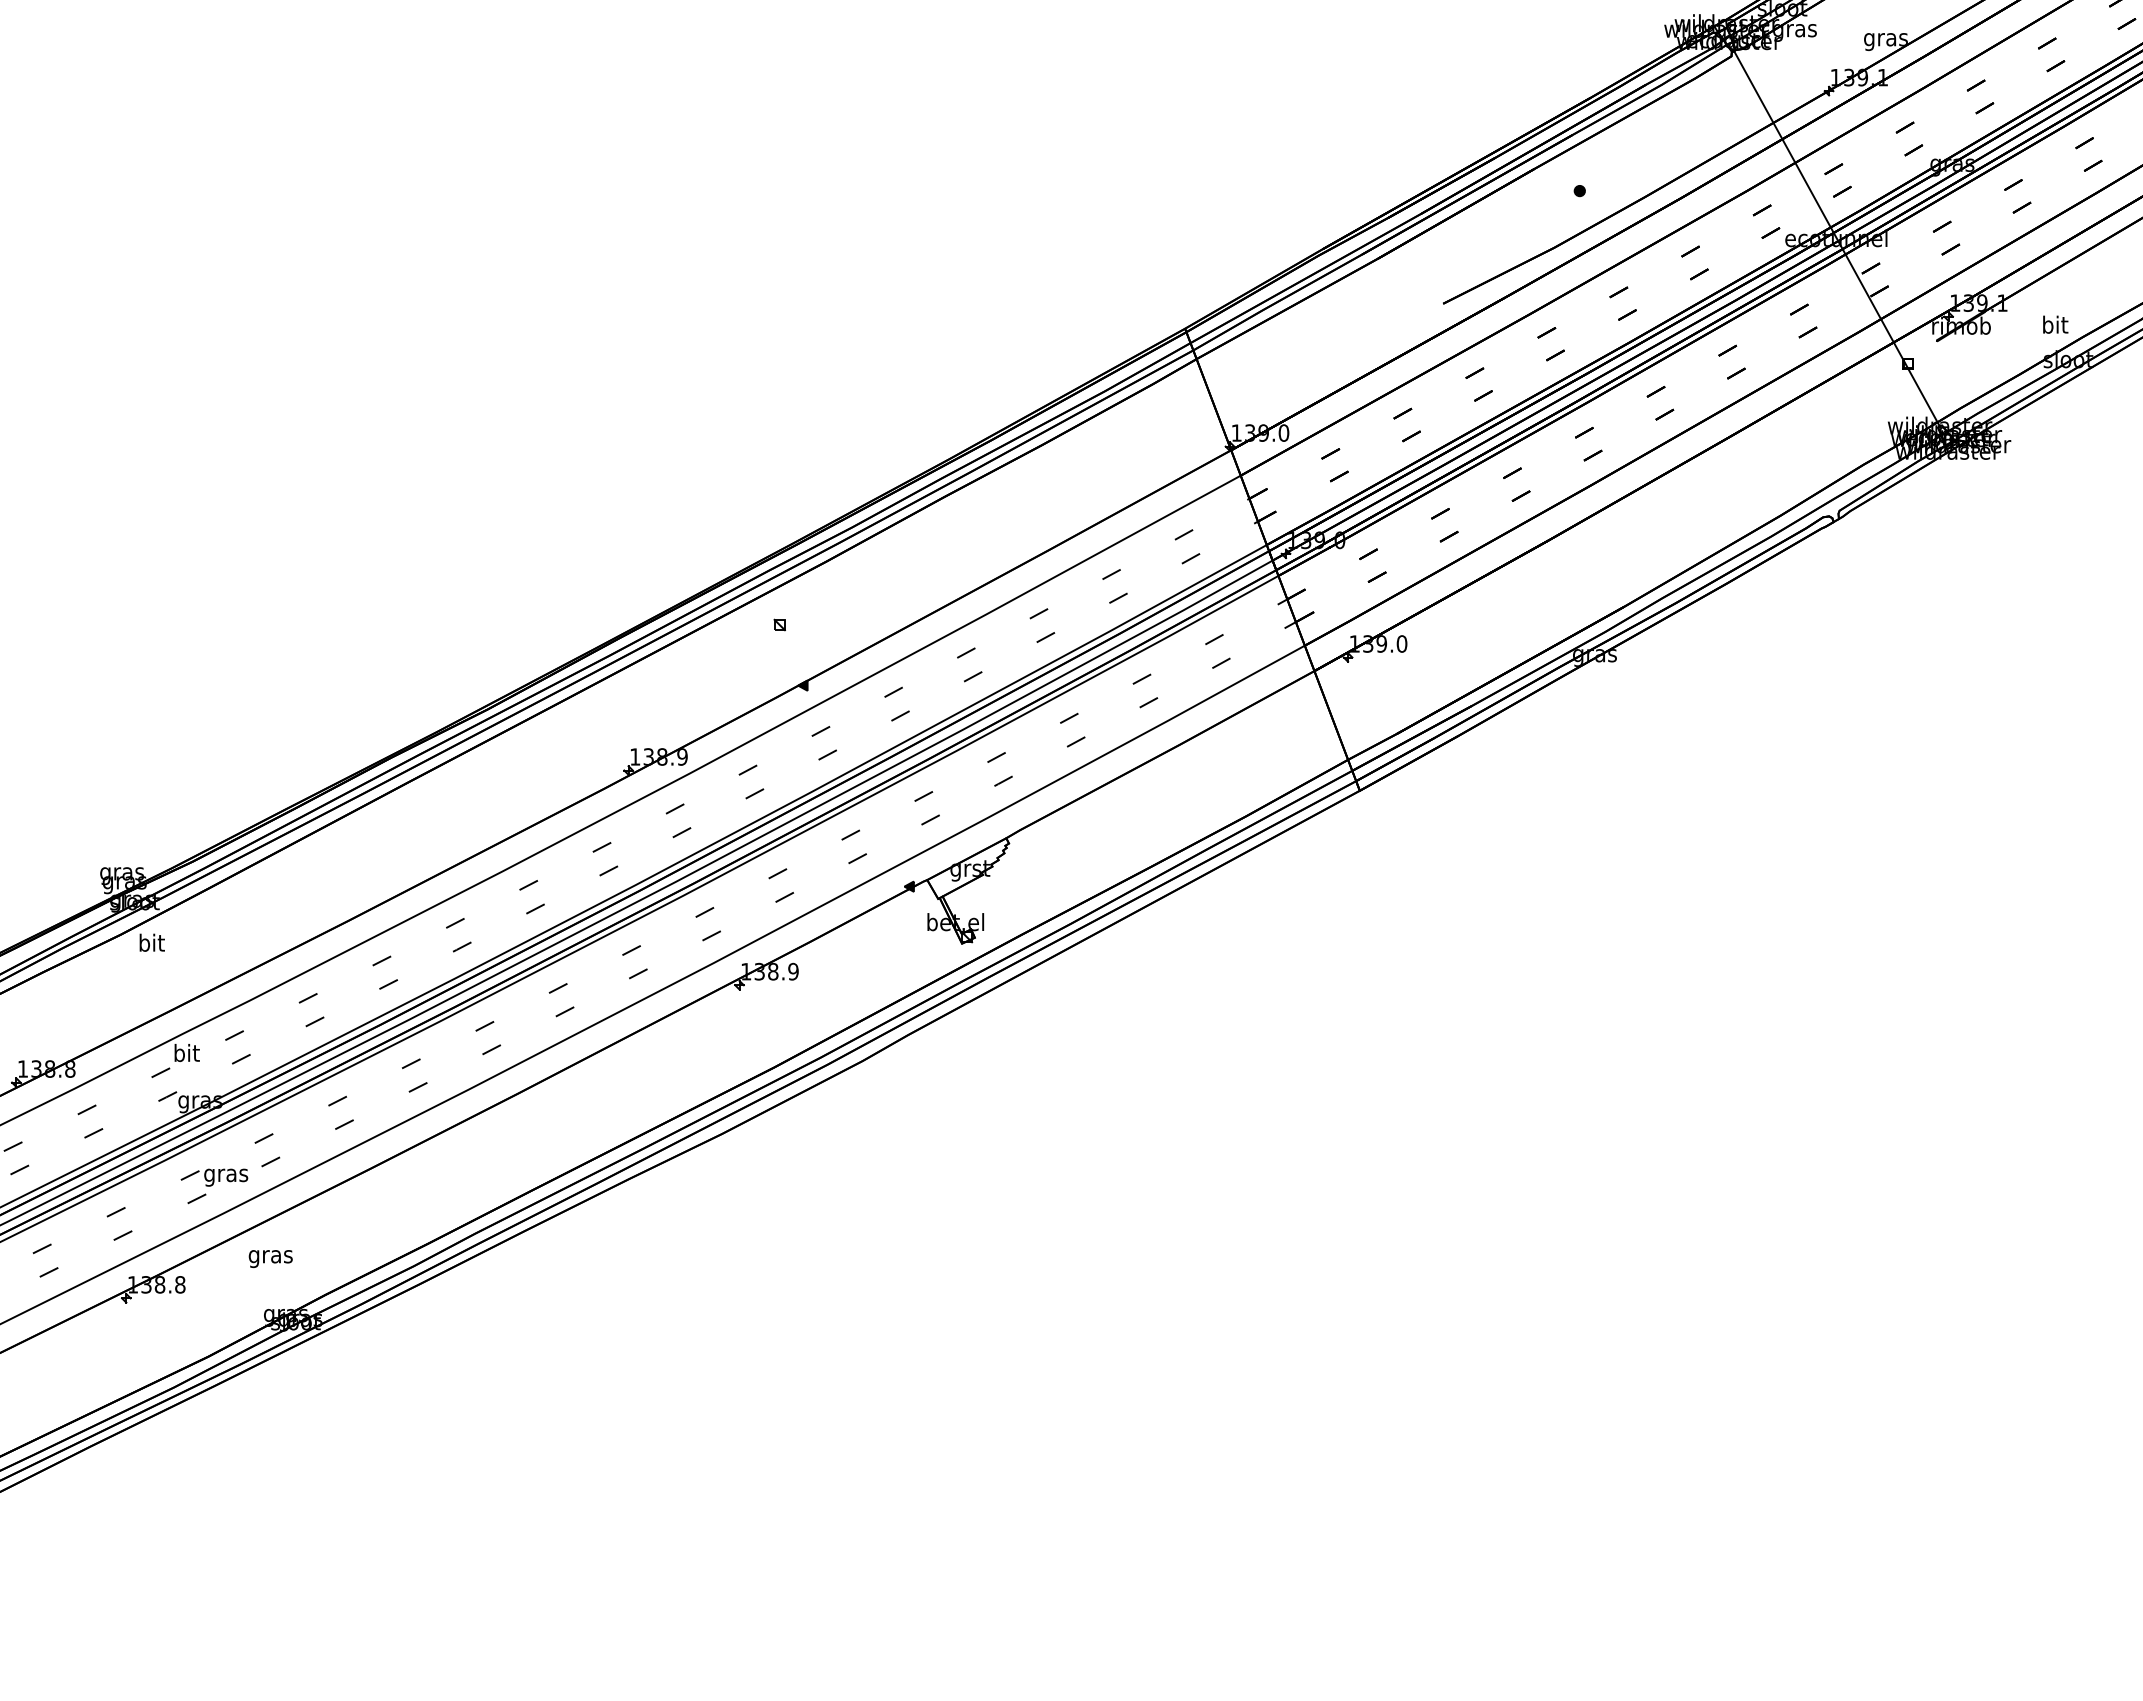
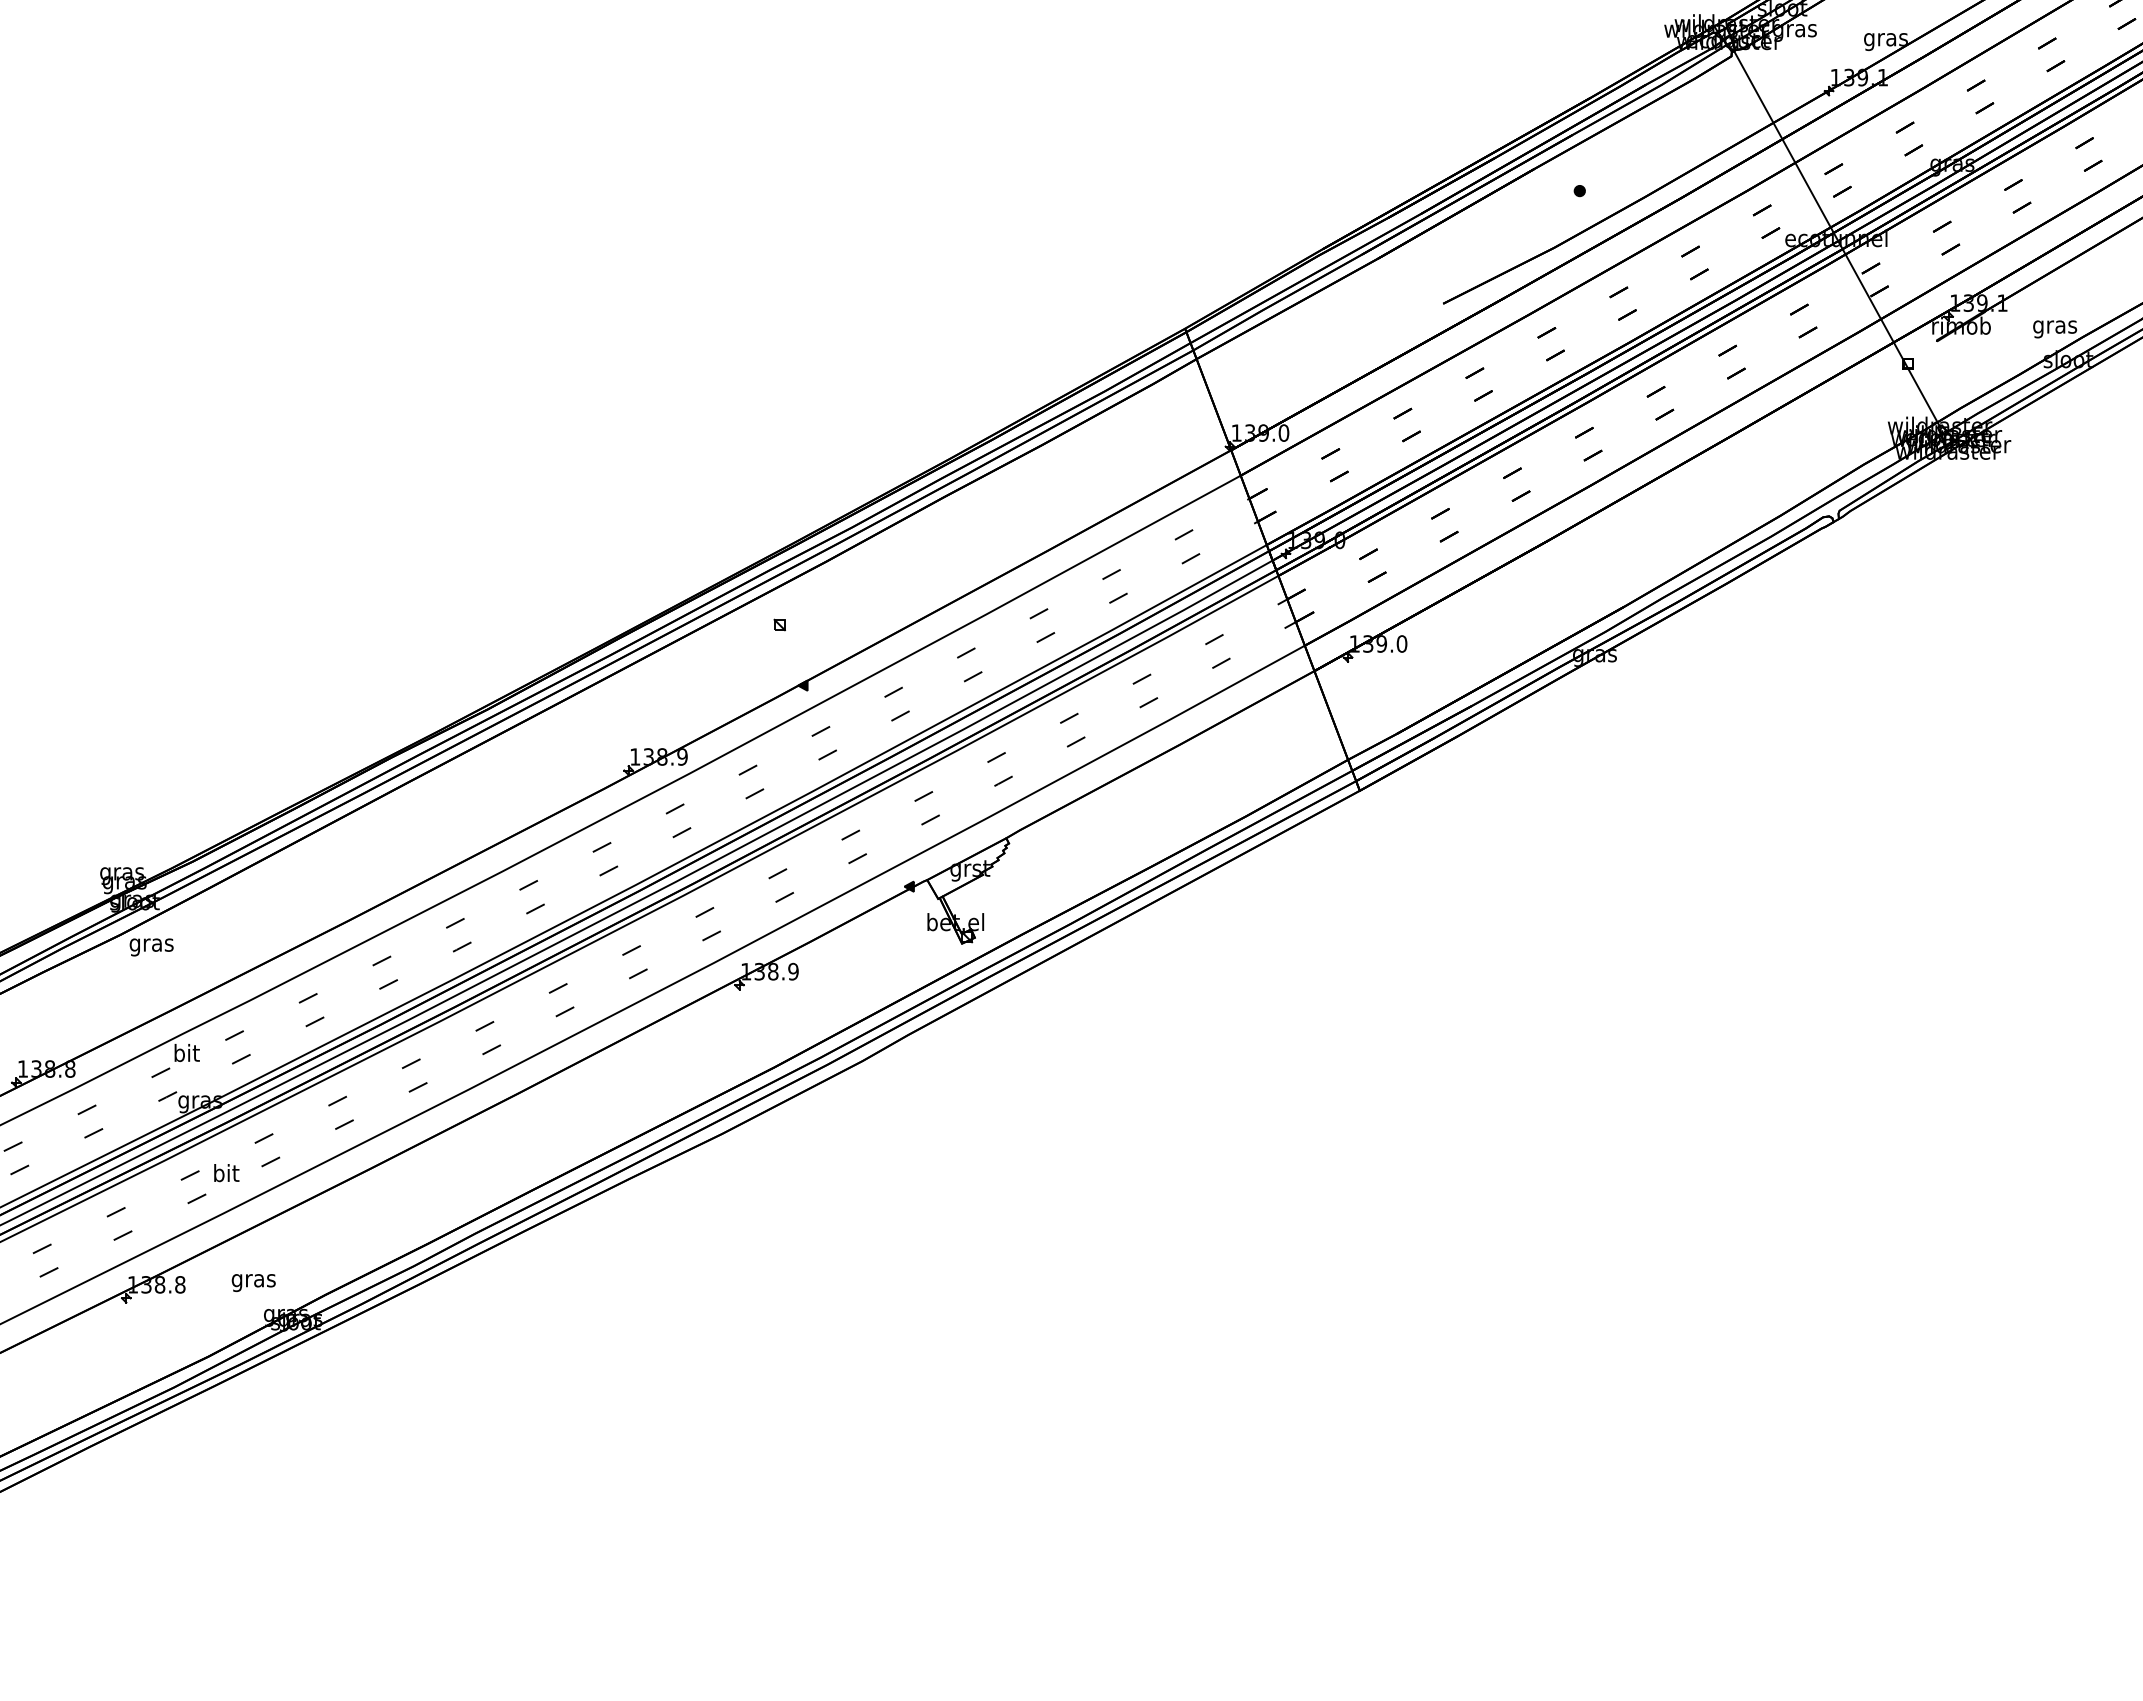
text at (2055, 326): bit -> gras
text at (151, 944): bit -> gras
text at (226, 1175): gras -> bit
text at (270, 1258) position: (270, 1258) -> (253, 1282)
